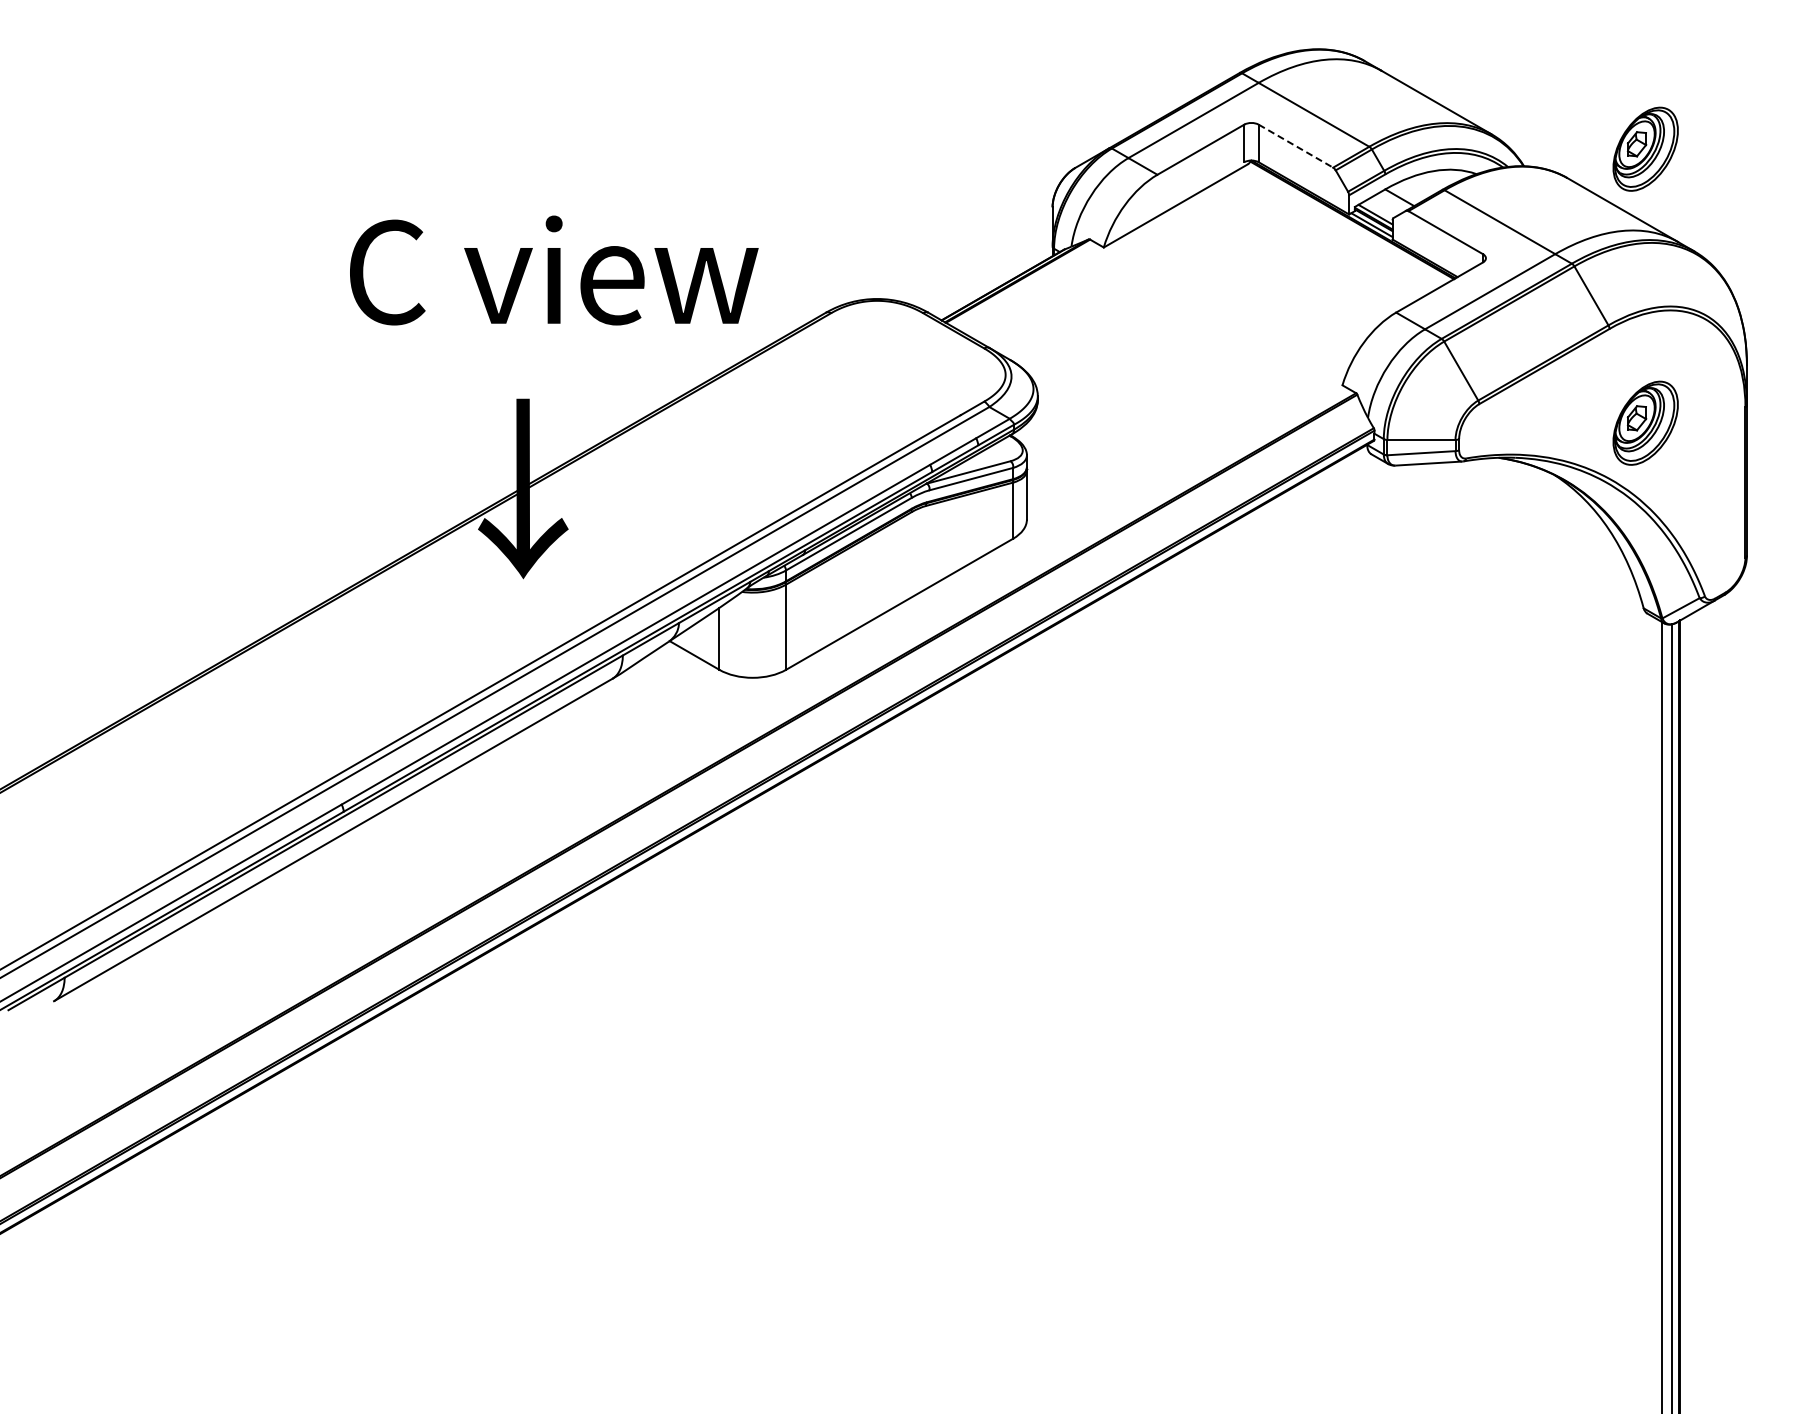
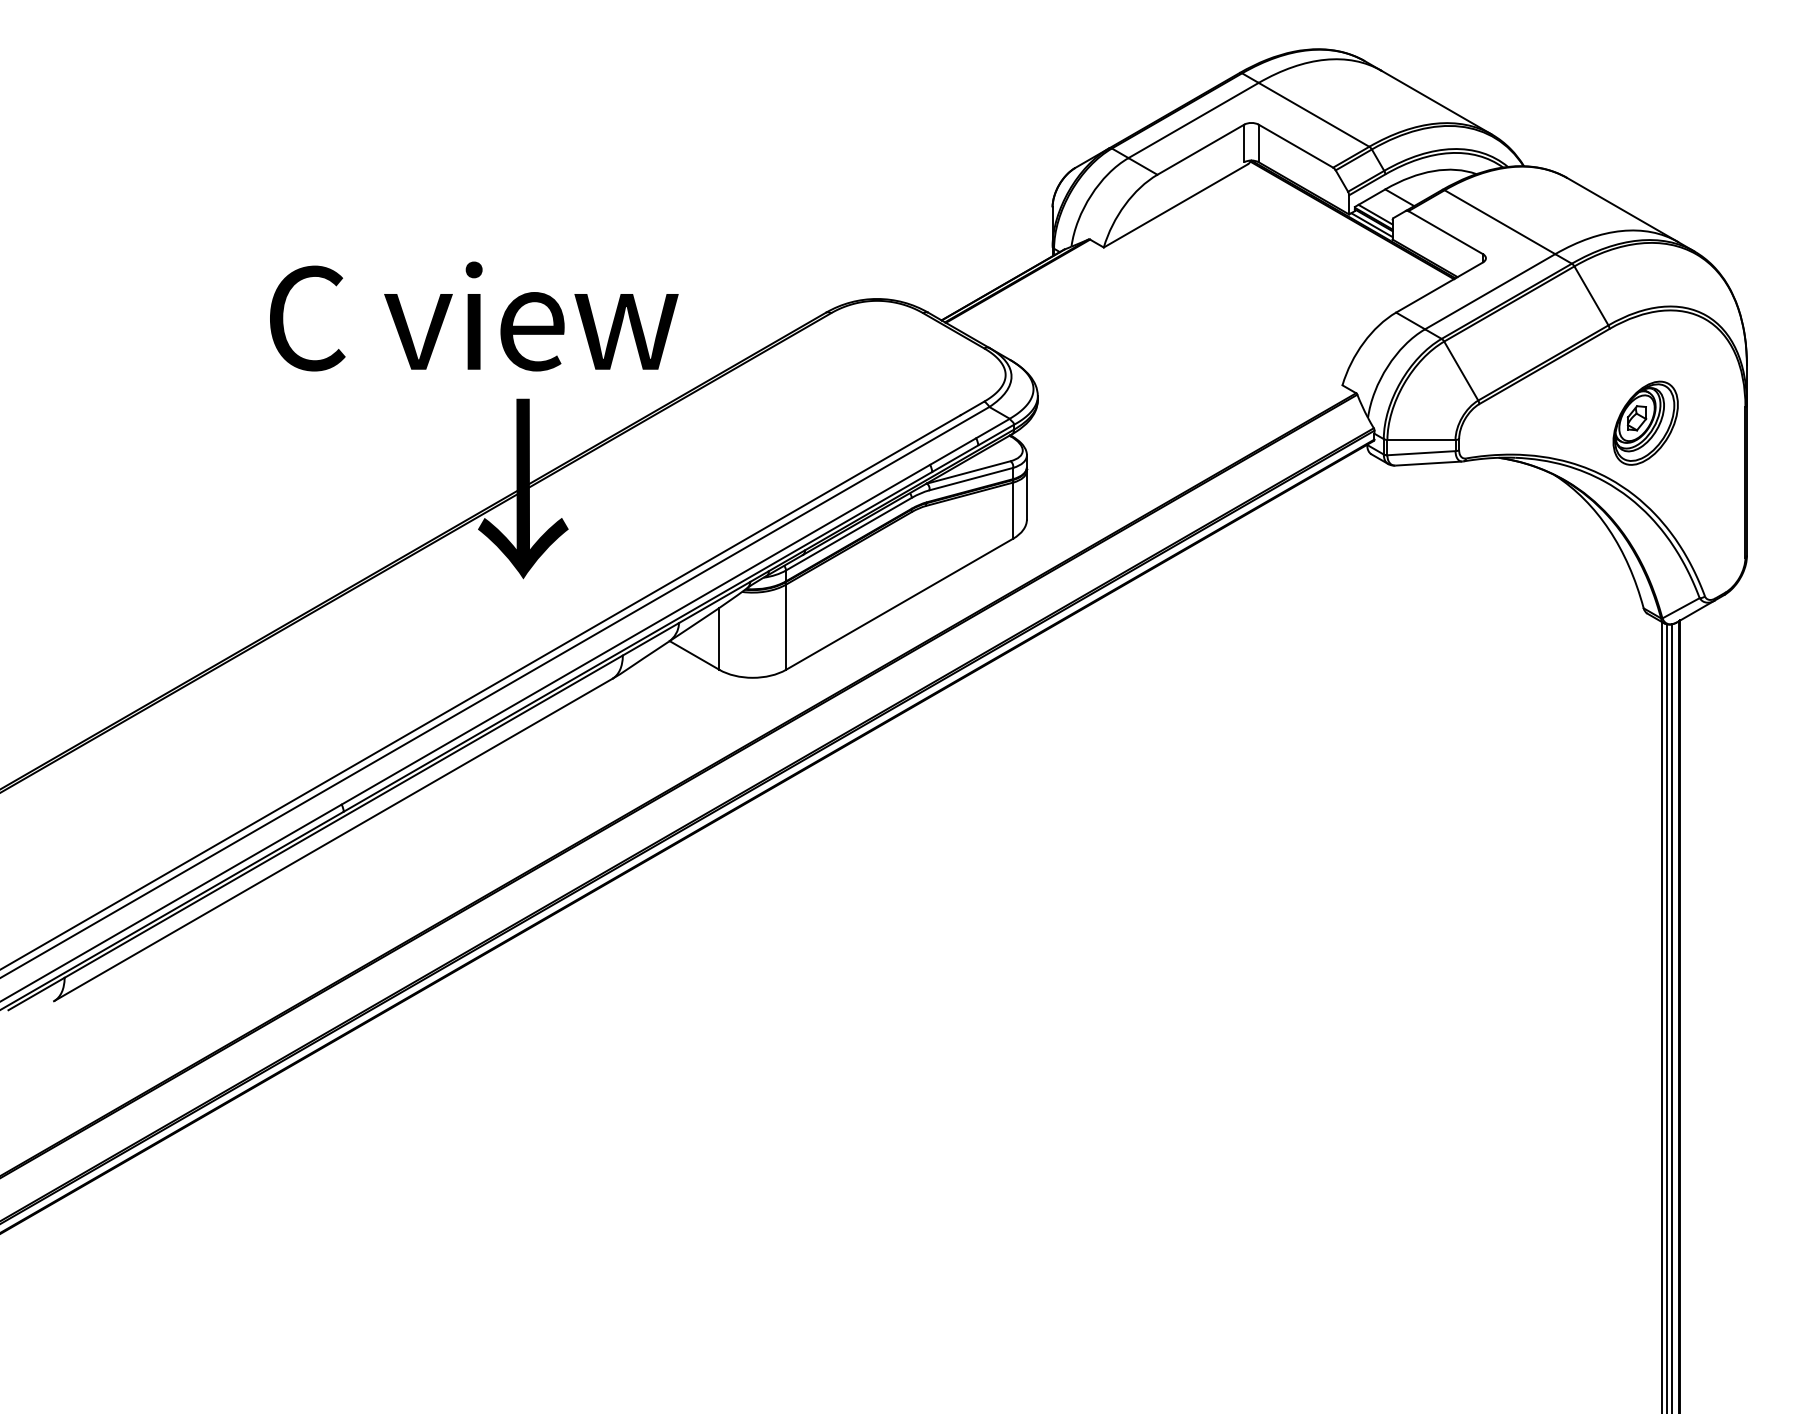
line at (1295, 146): dashed -> solid
part at (1645, 148): present -> none
text at (554, 270) position: (554, 270) -> (474, 316)
line at (1667, 1017): none -> present
